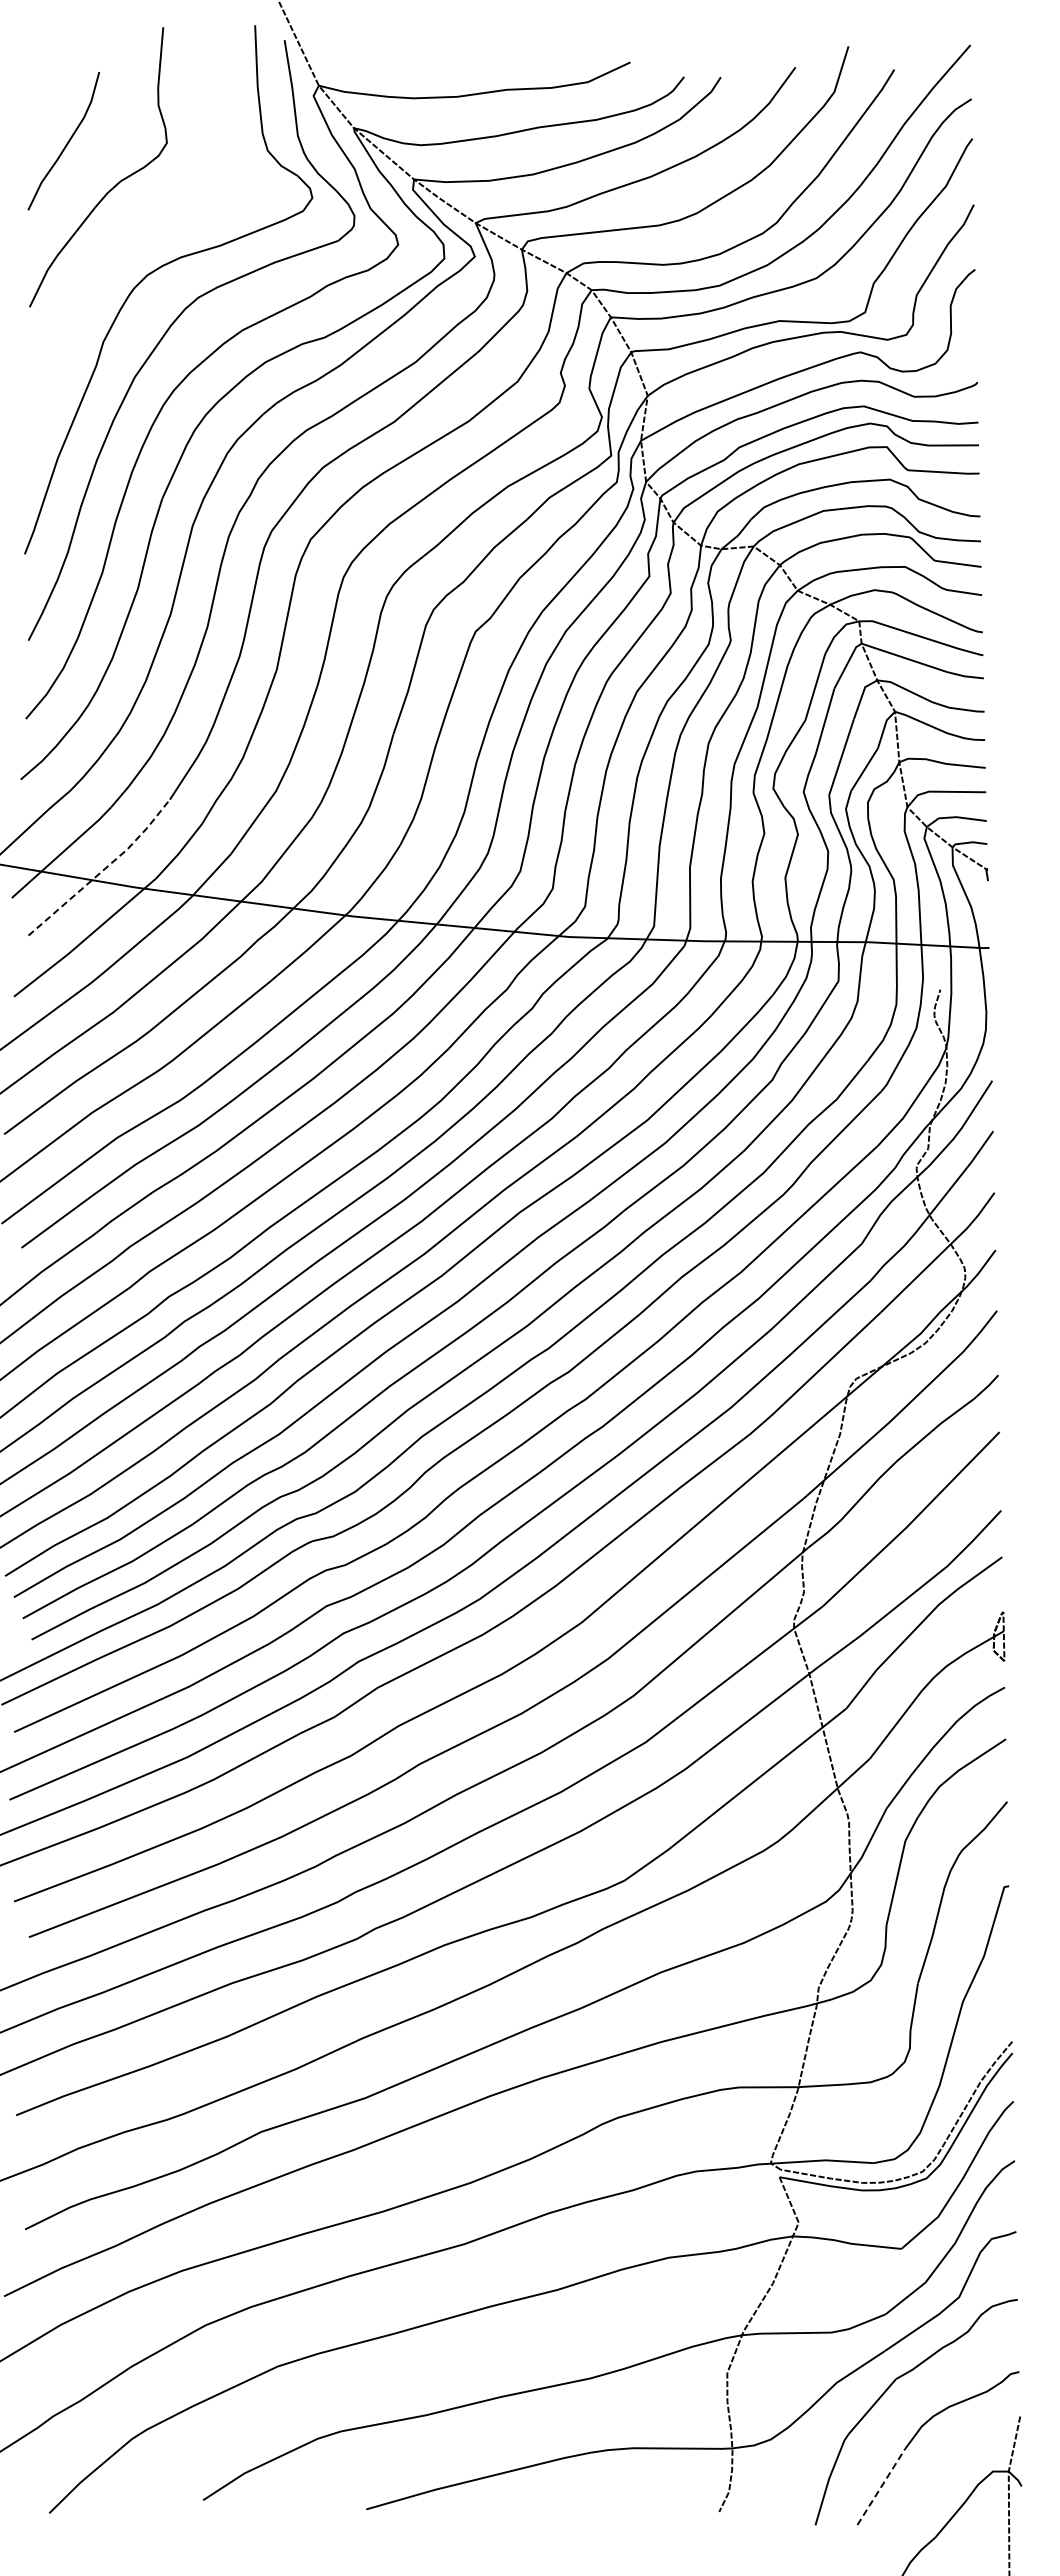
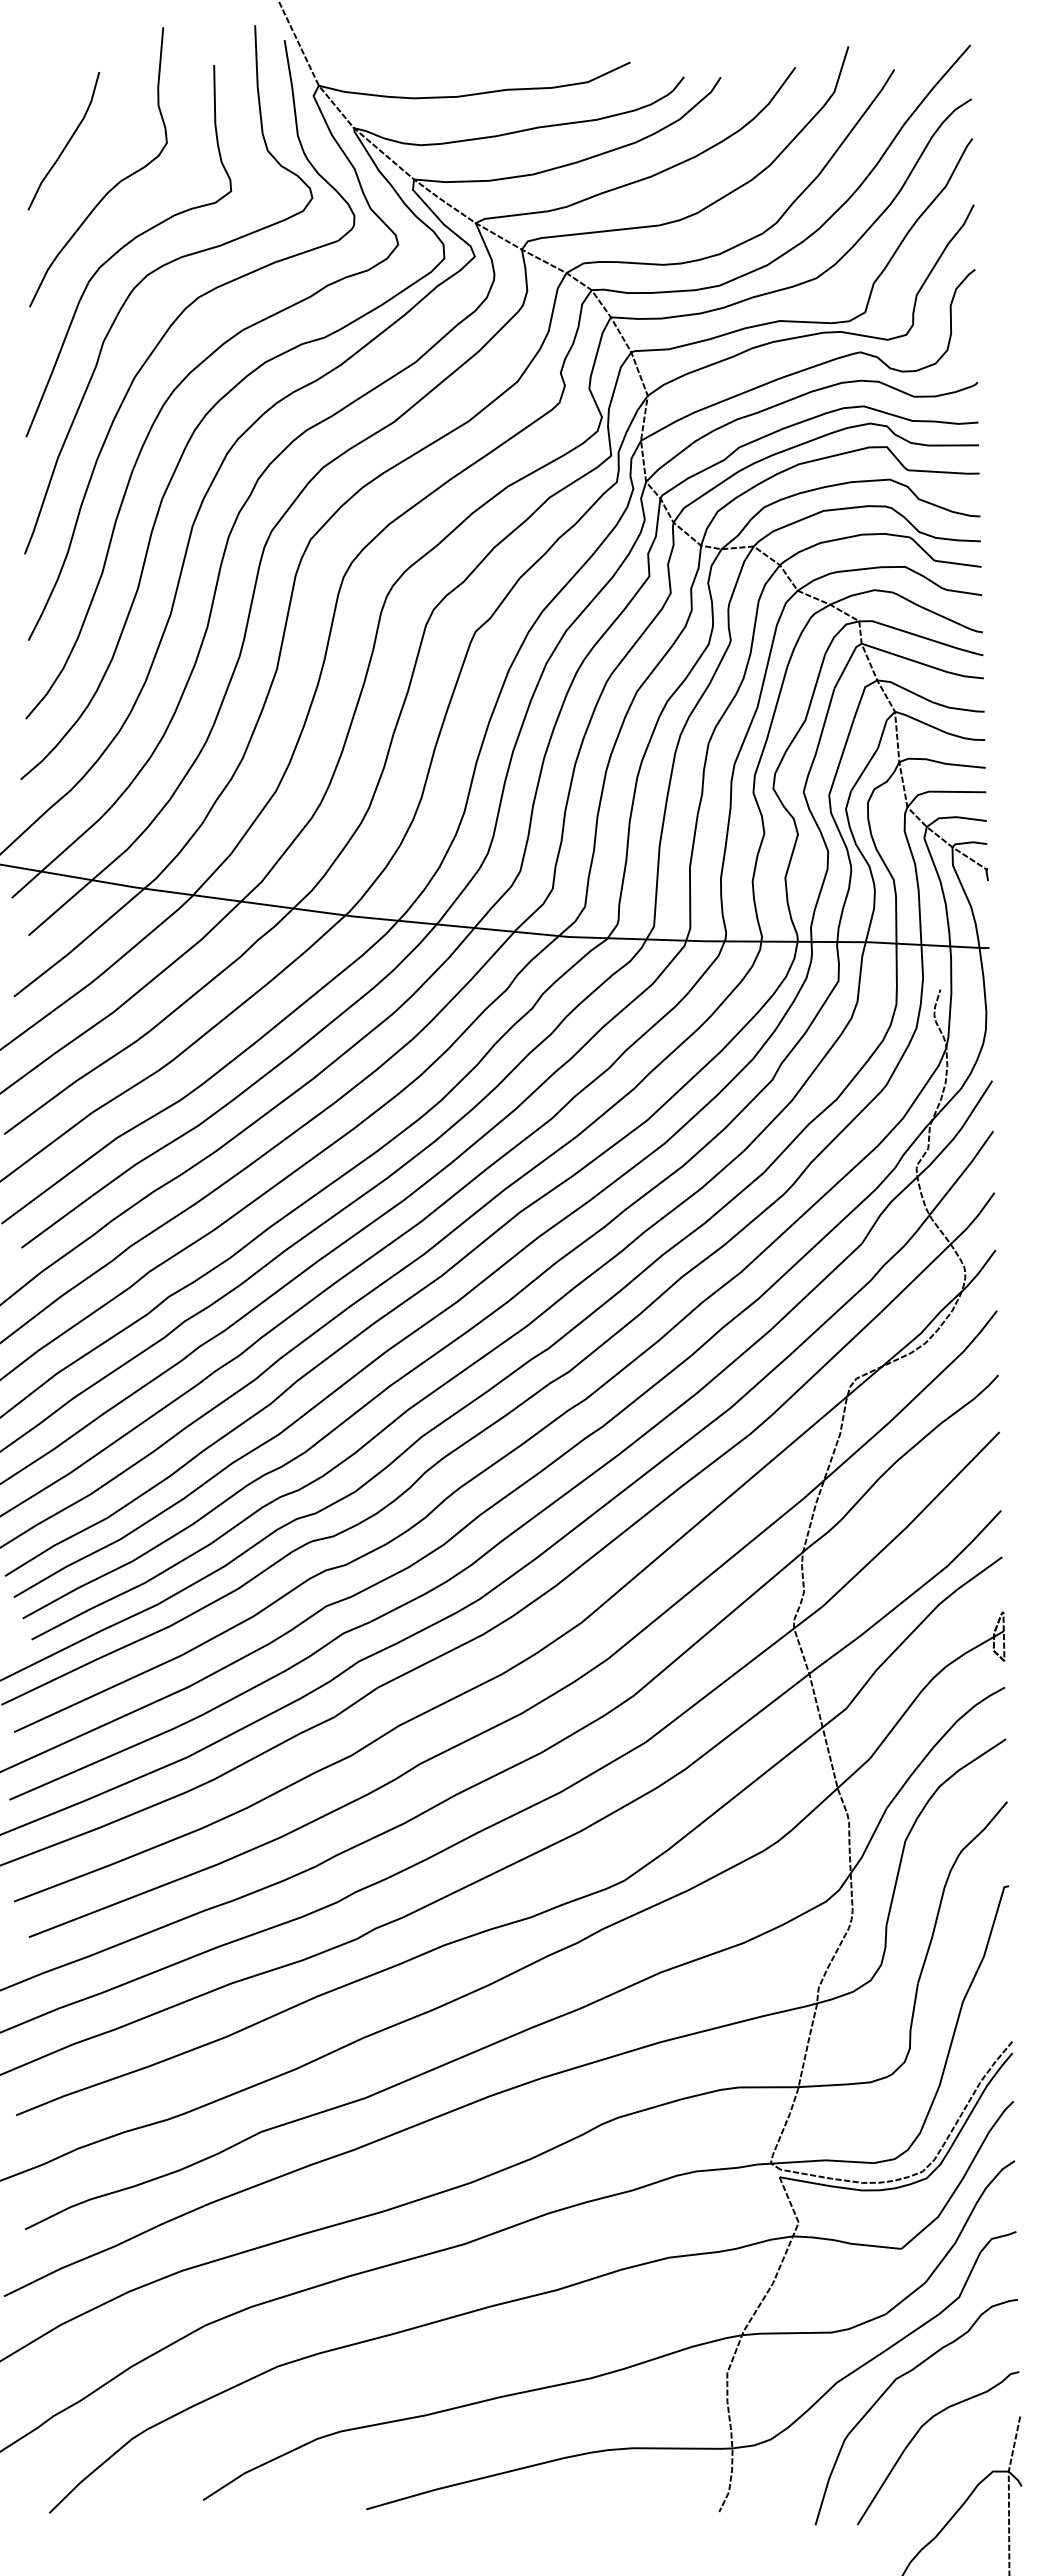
curve at (125, 246): none -> present
line at (103, 870): dashed -> solid
line at (881, 2487): dashed -> solid
